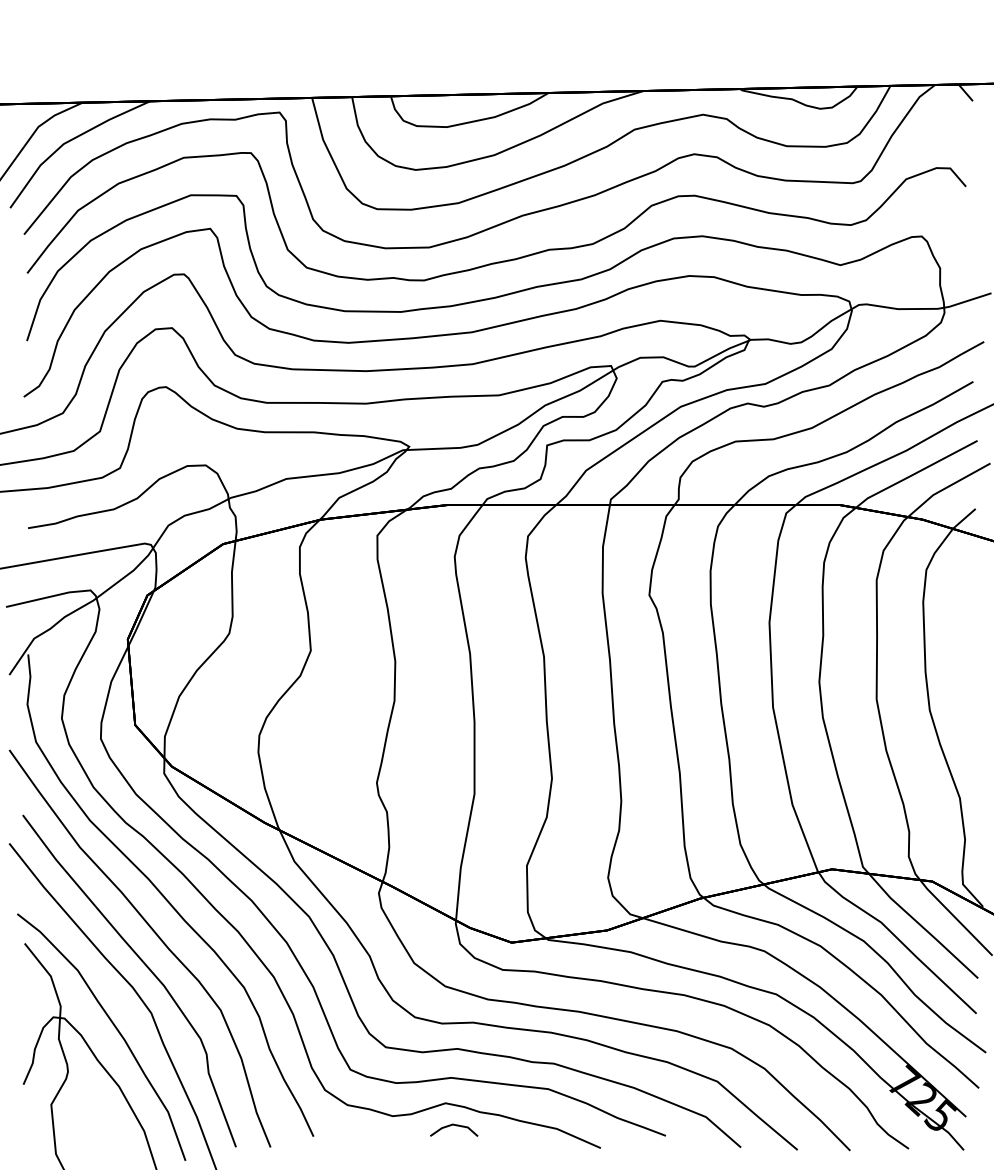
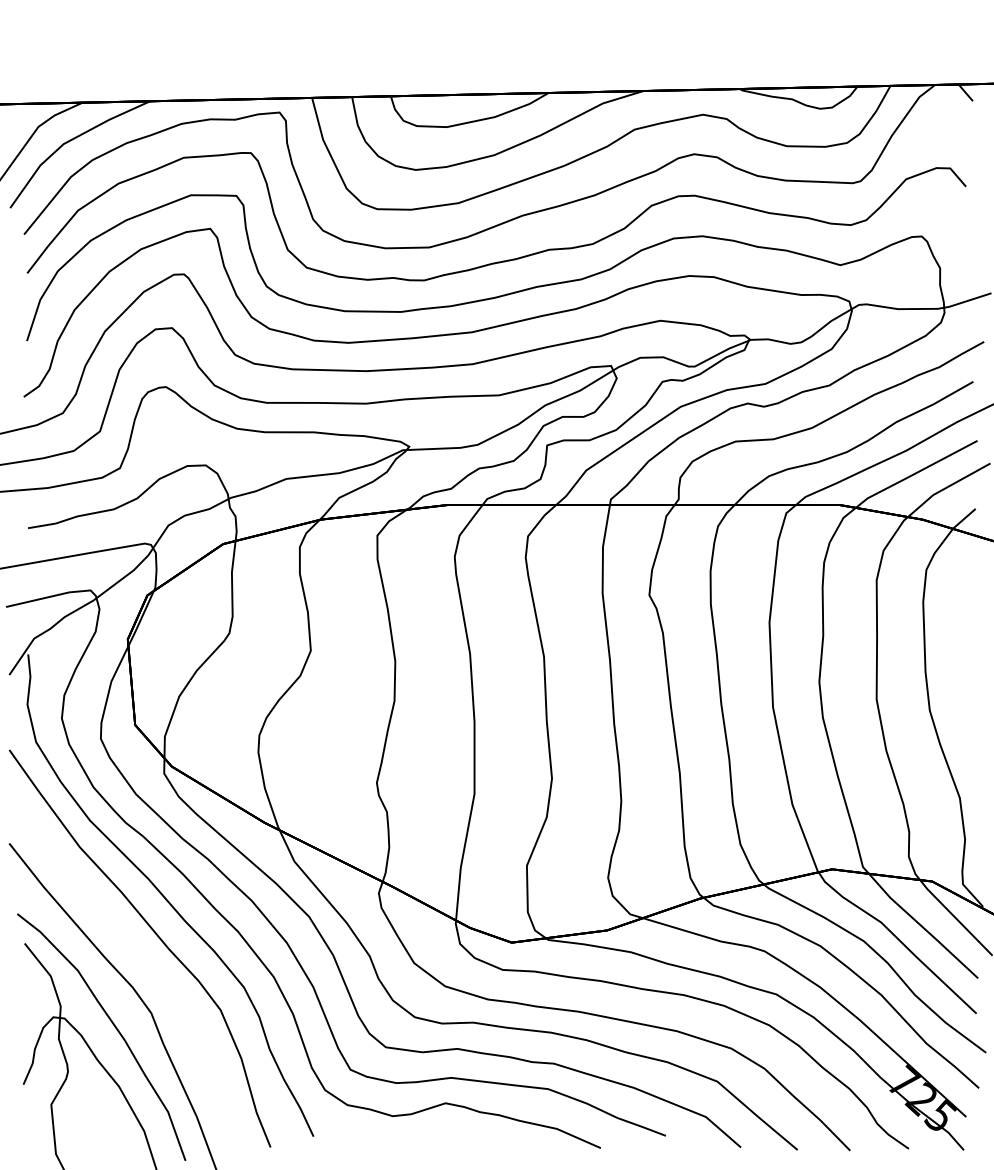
curve at (145, 966): present -> none
line at (456, 1126): present -> none
